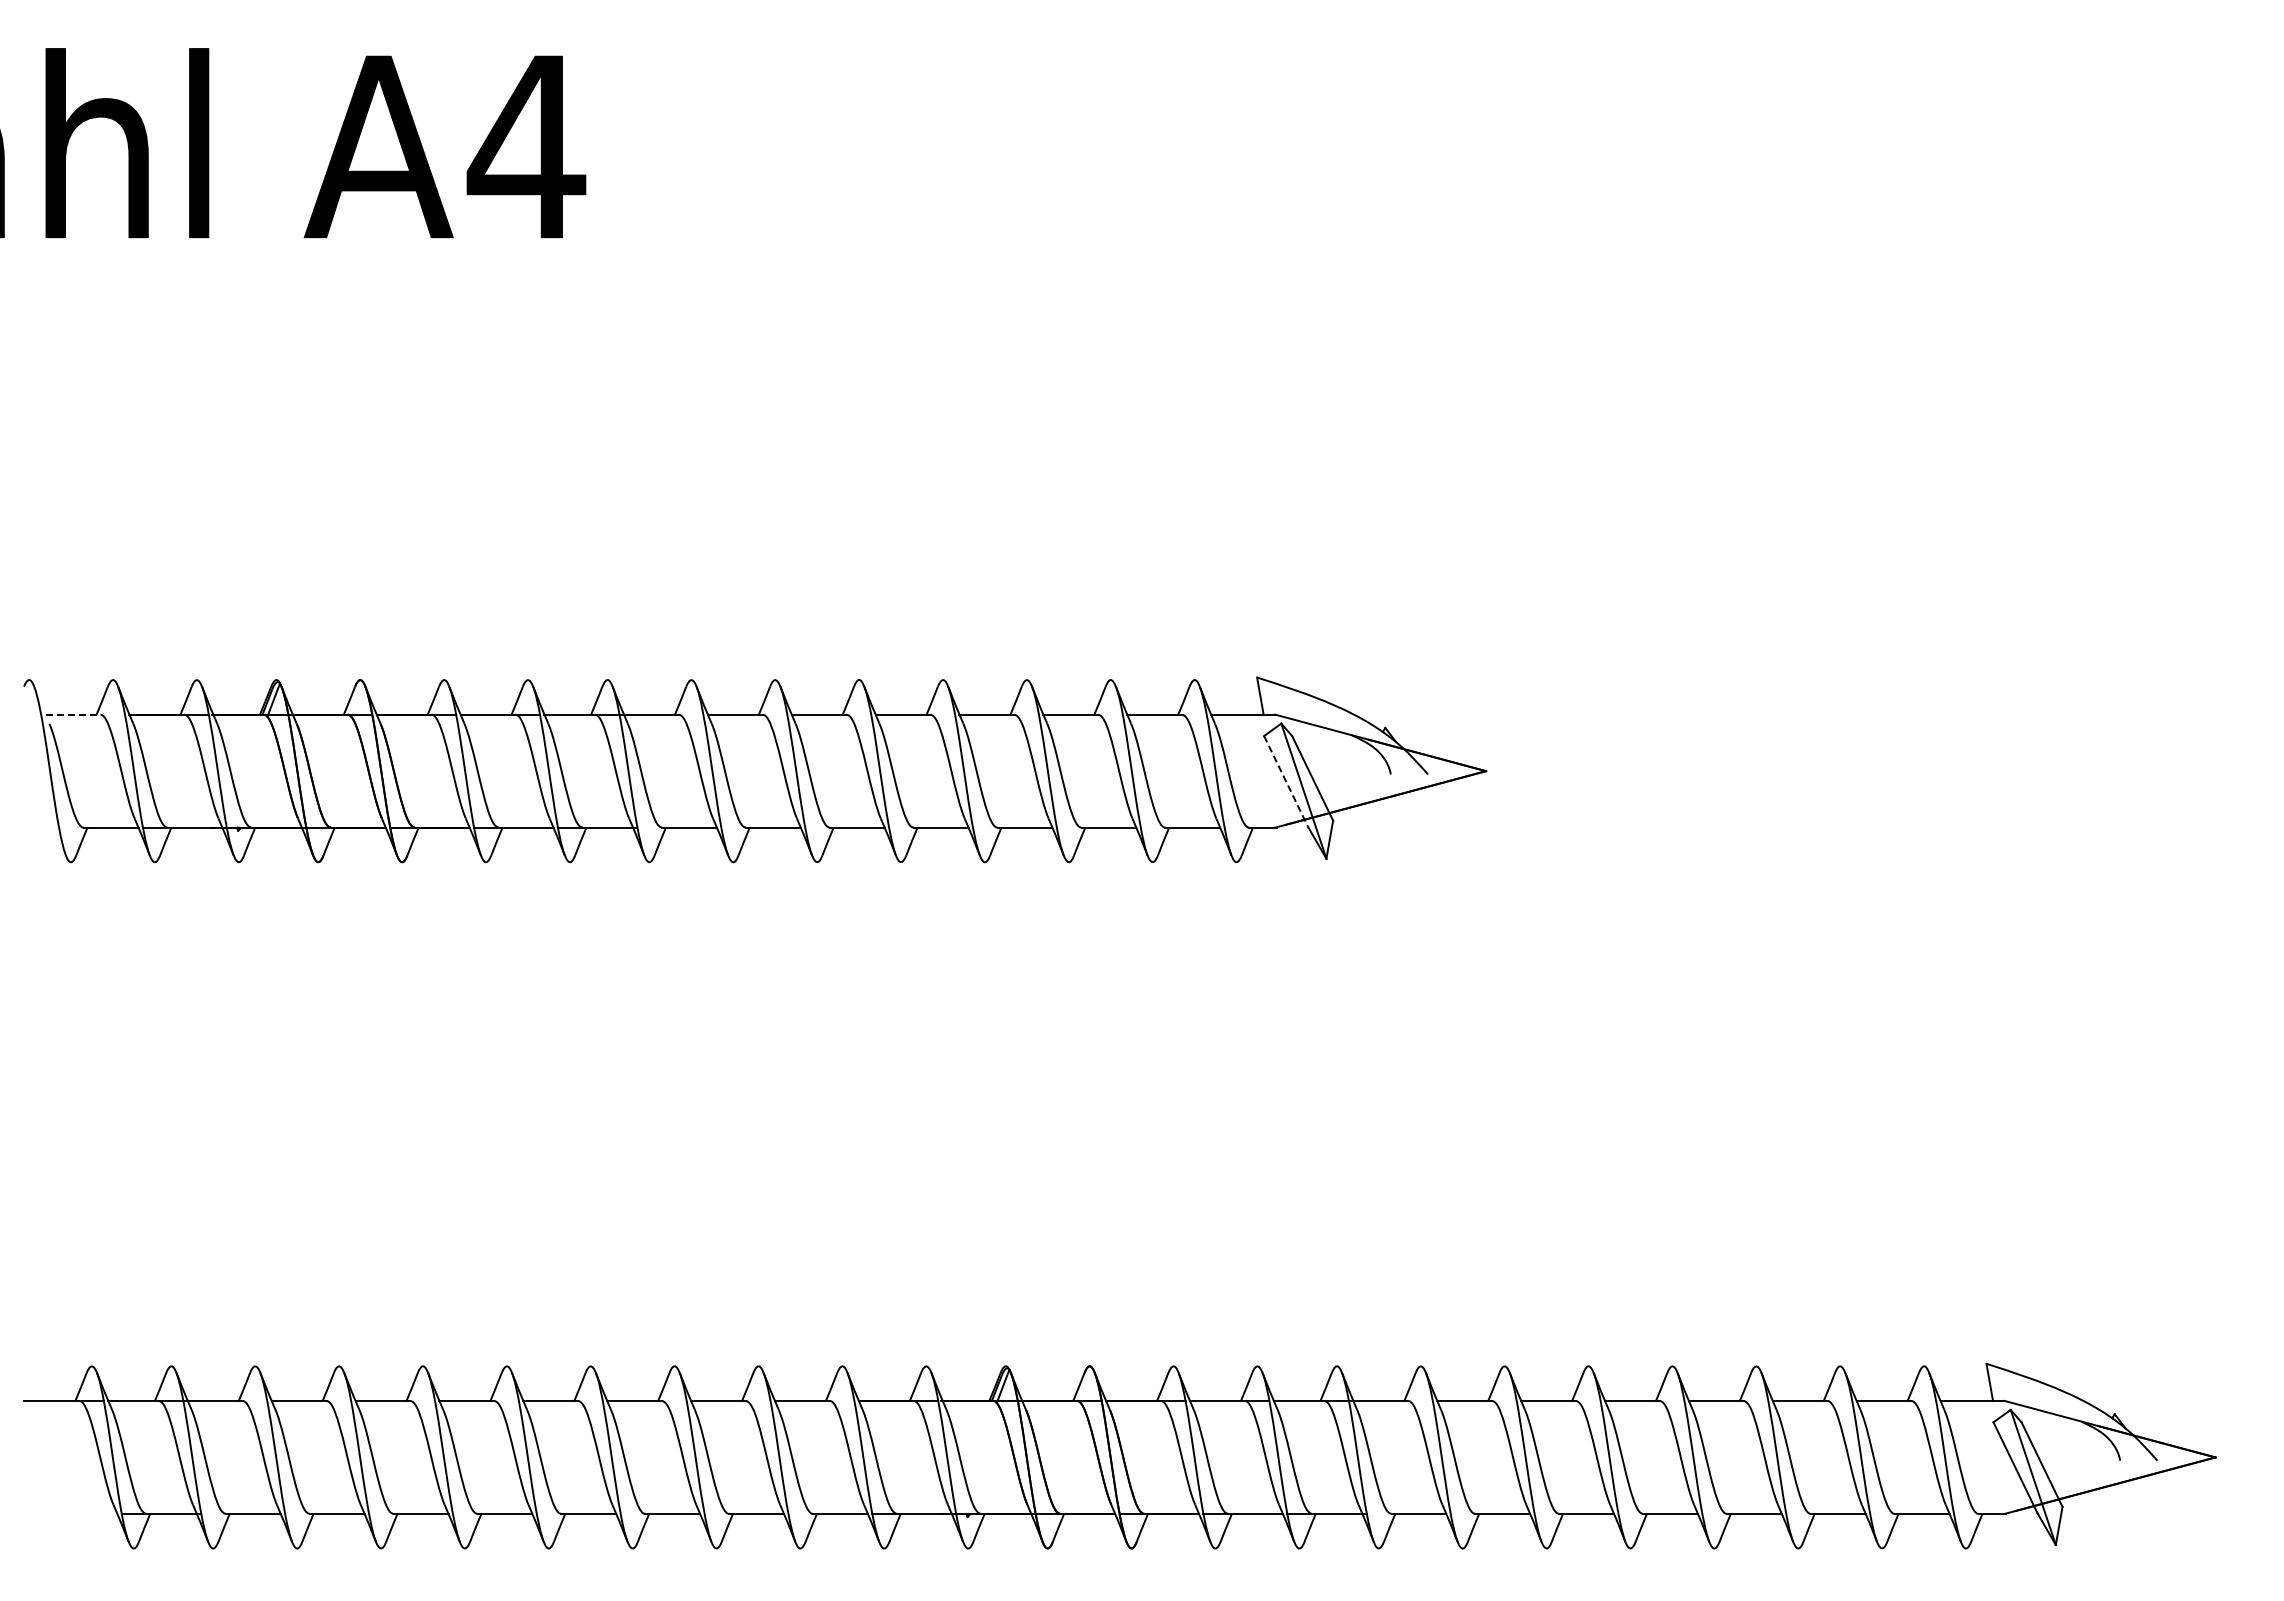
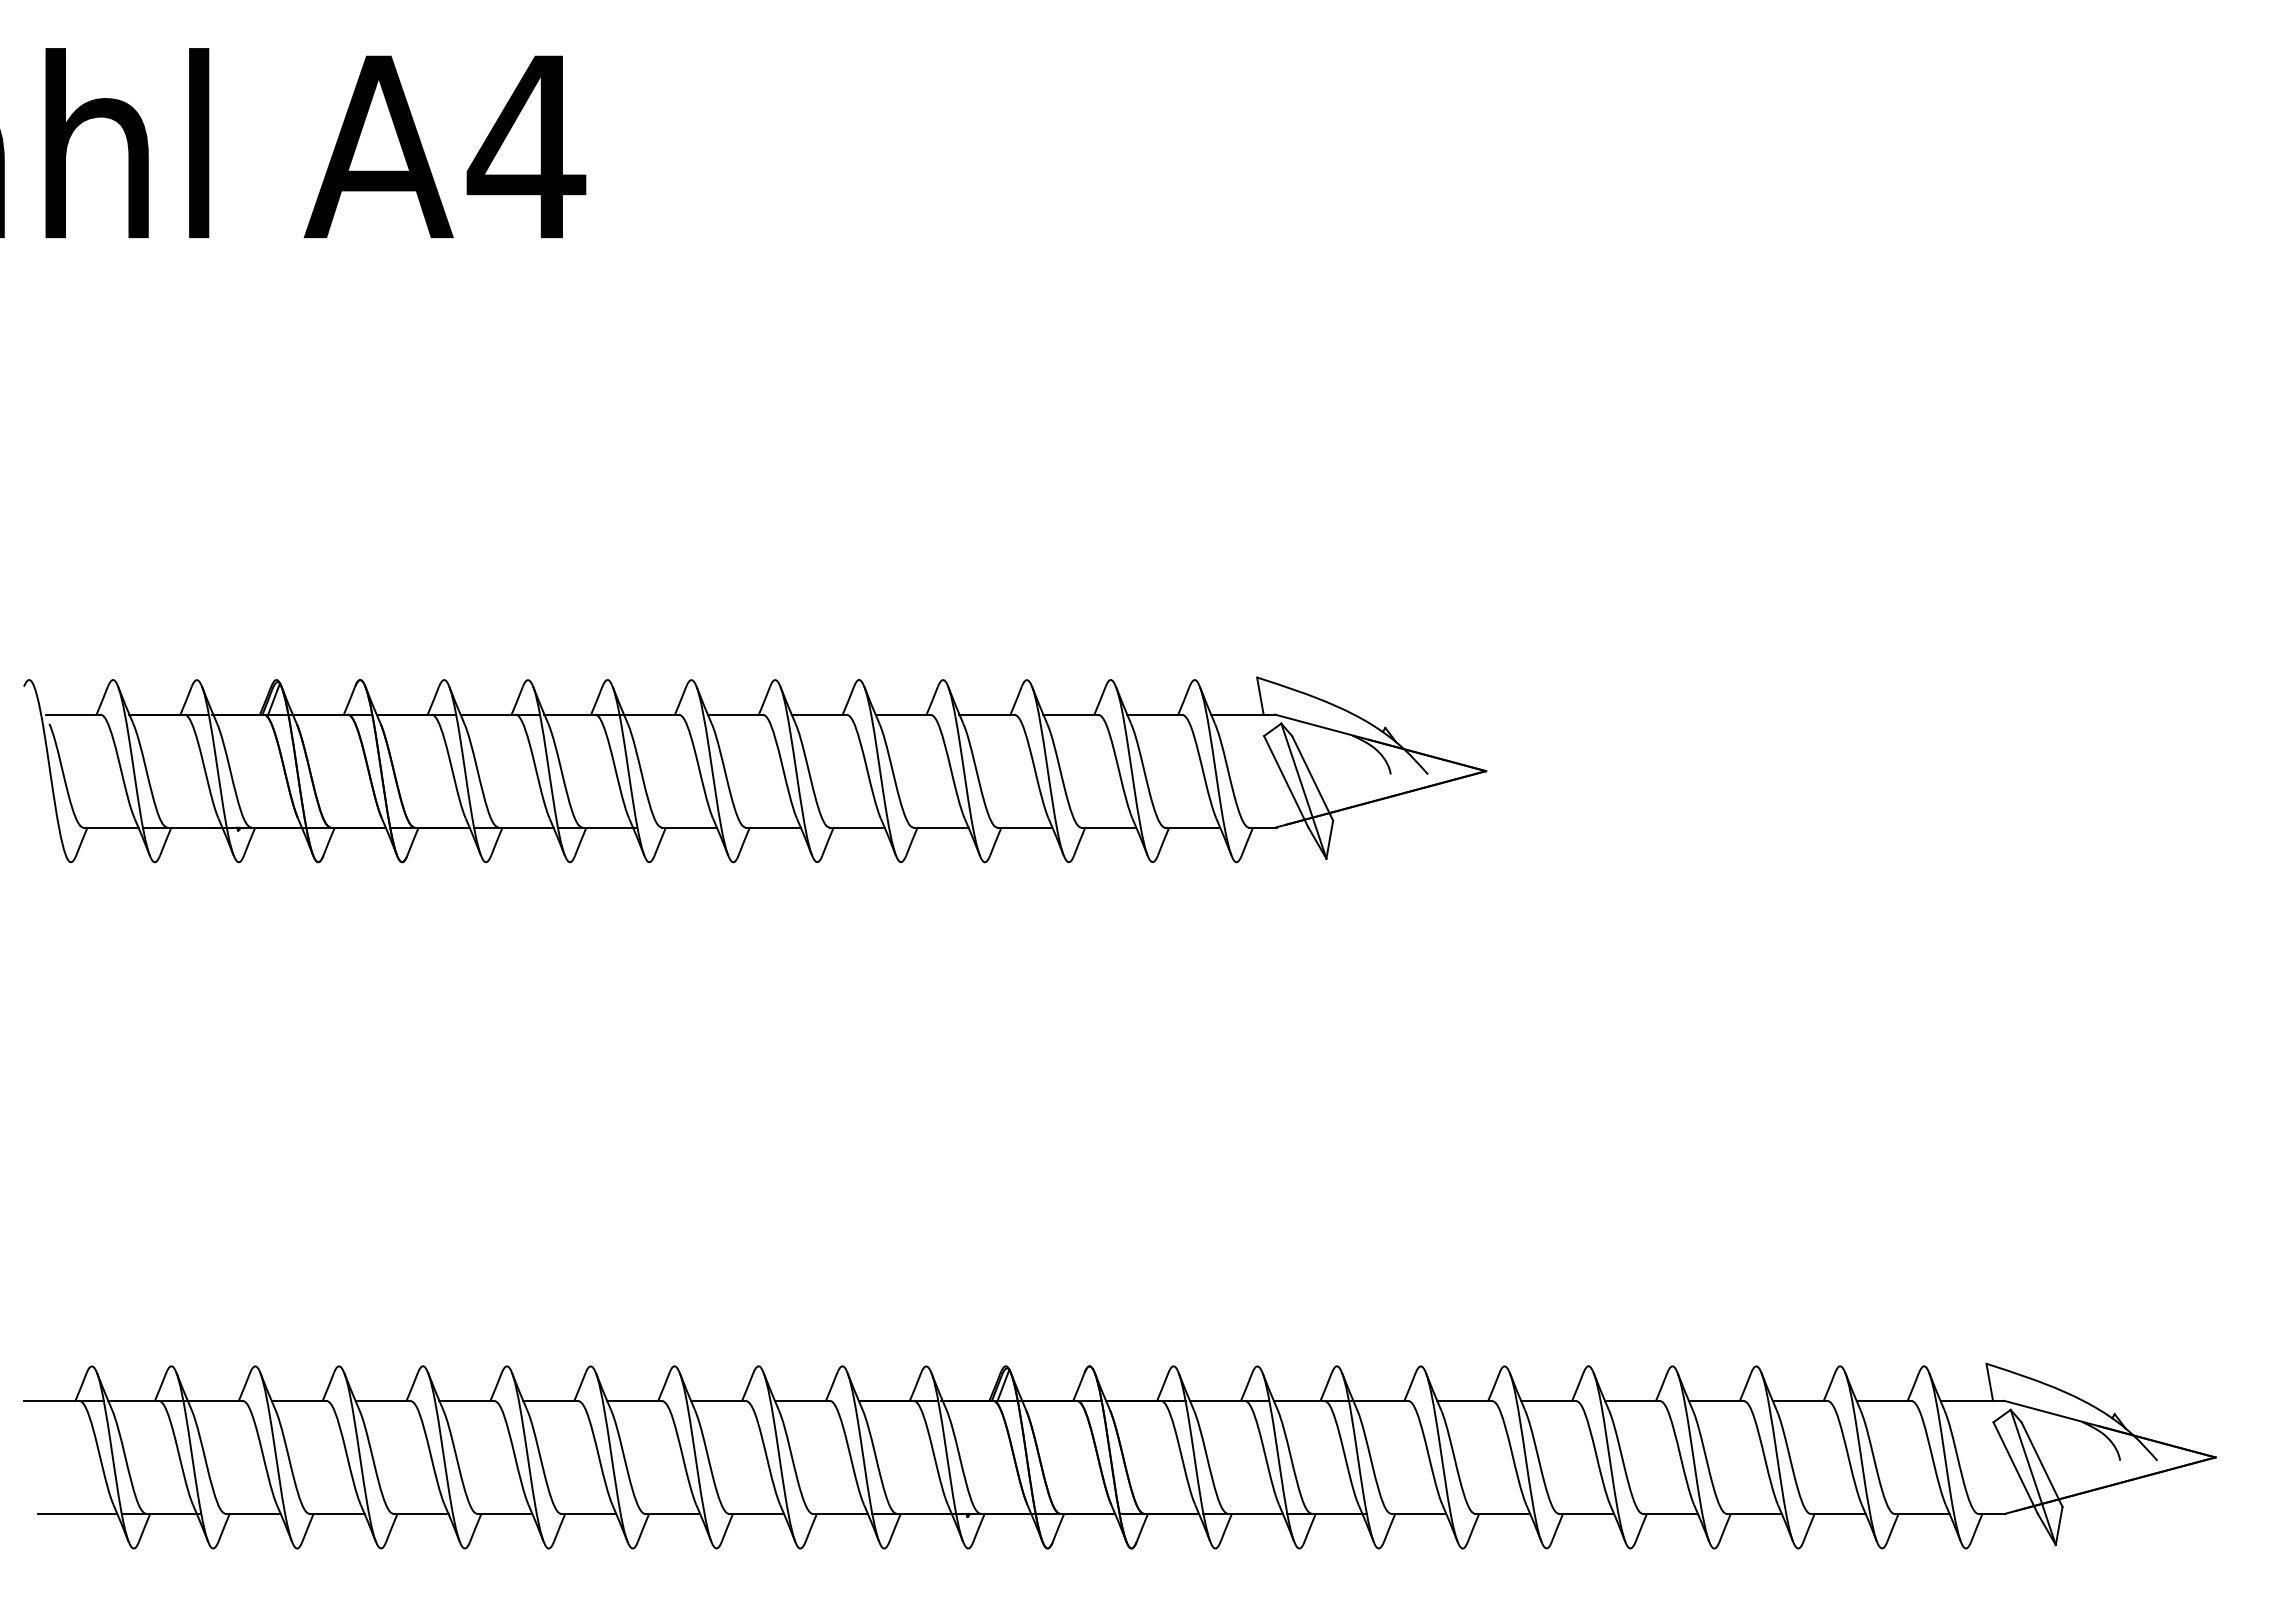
line at (73, 714): dashed -> solid
line at (1286, 781): dashed -> solid
line at (77, 1513): none -> present
